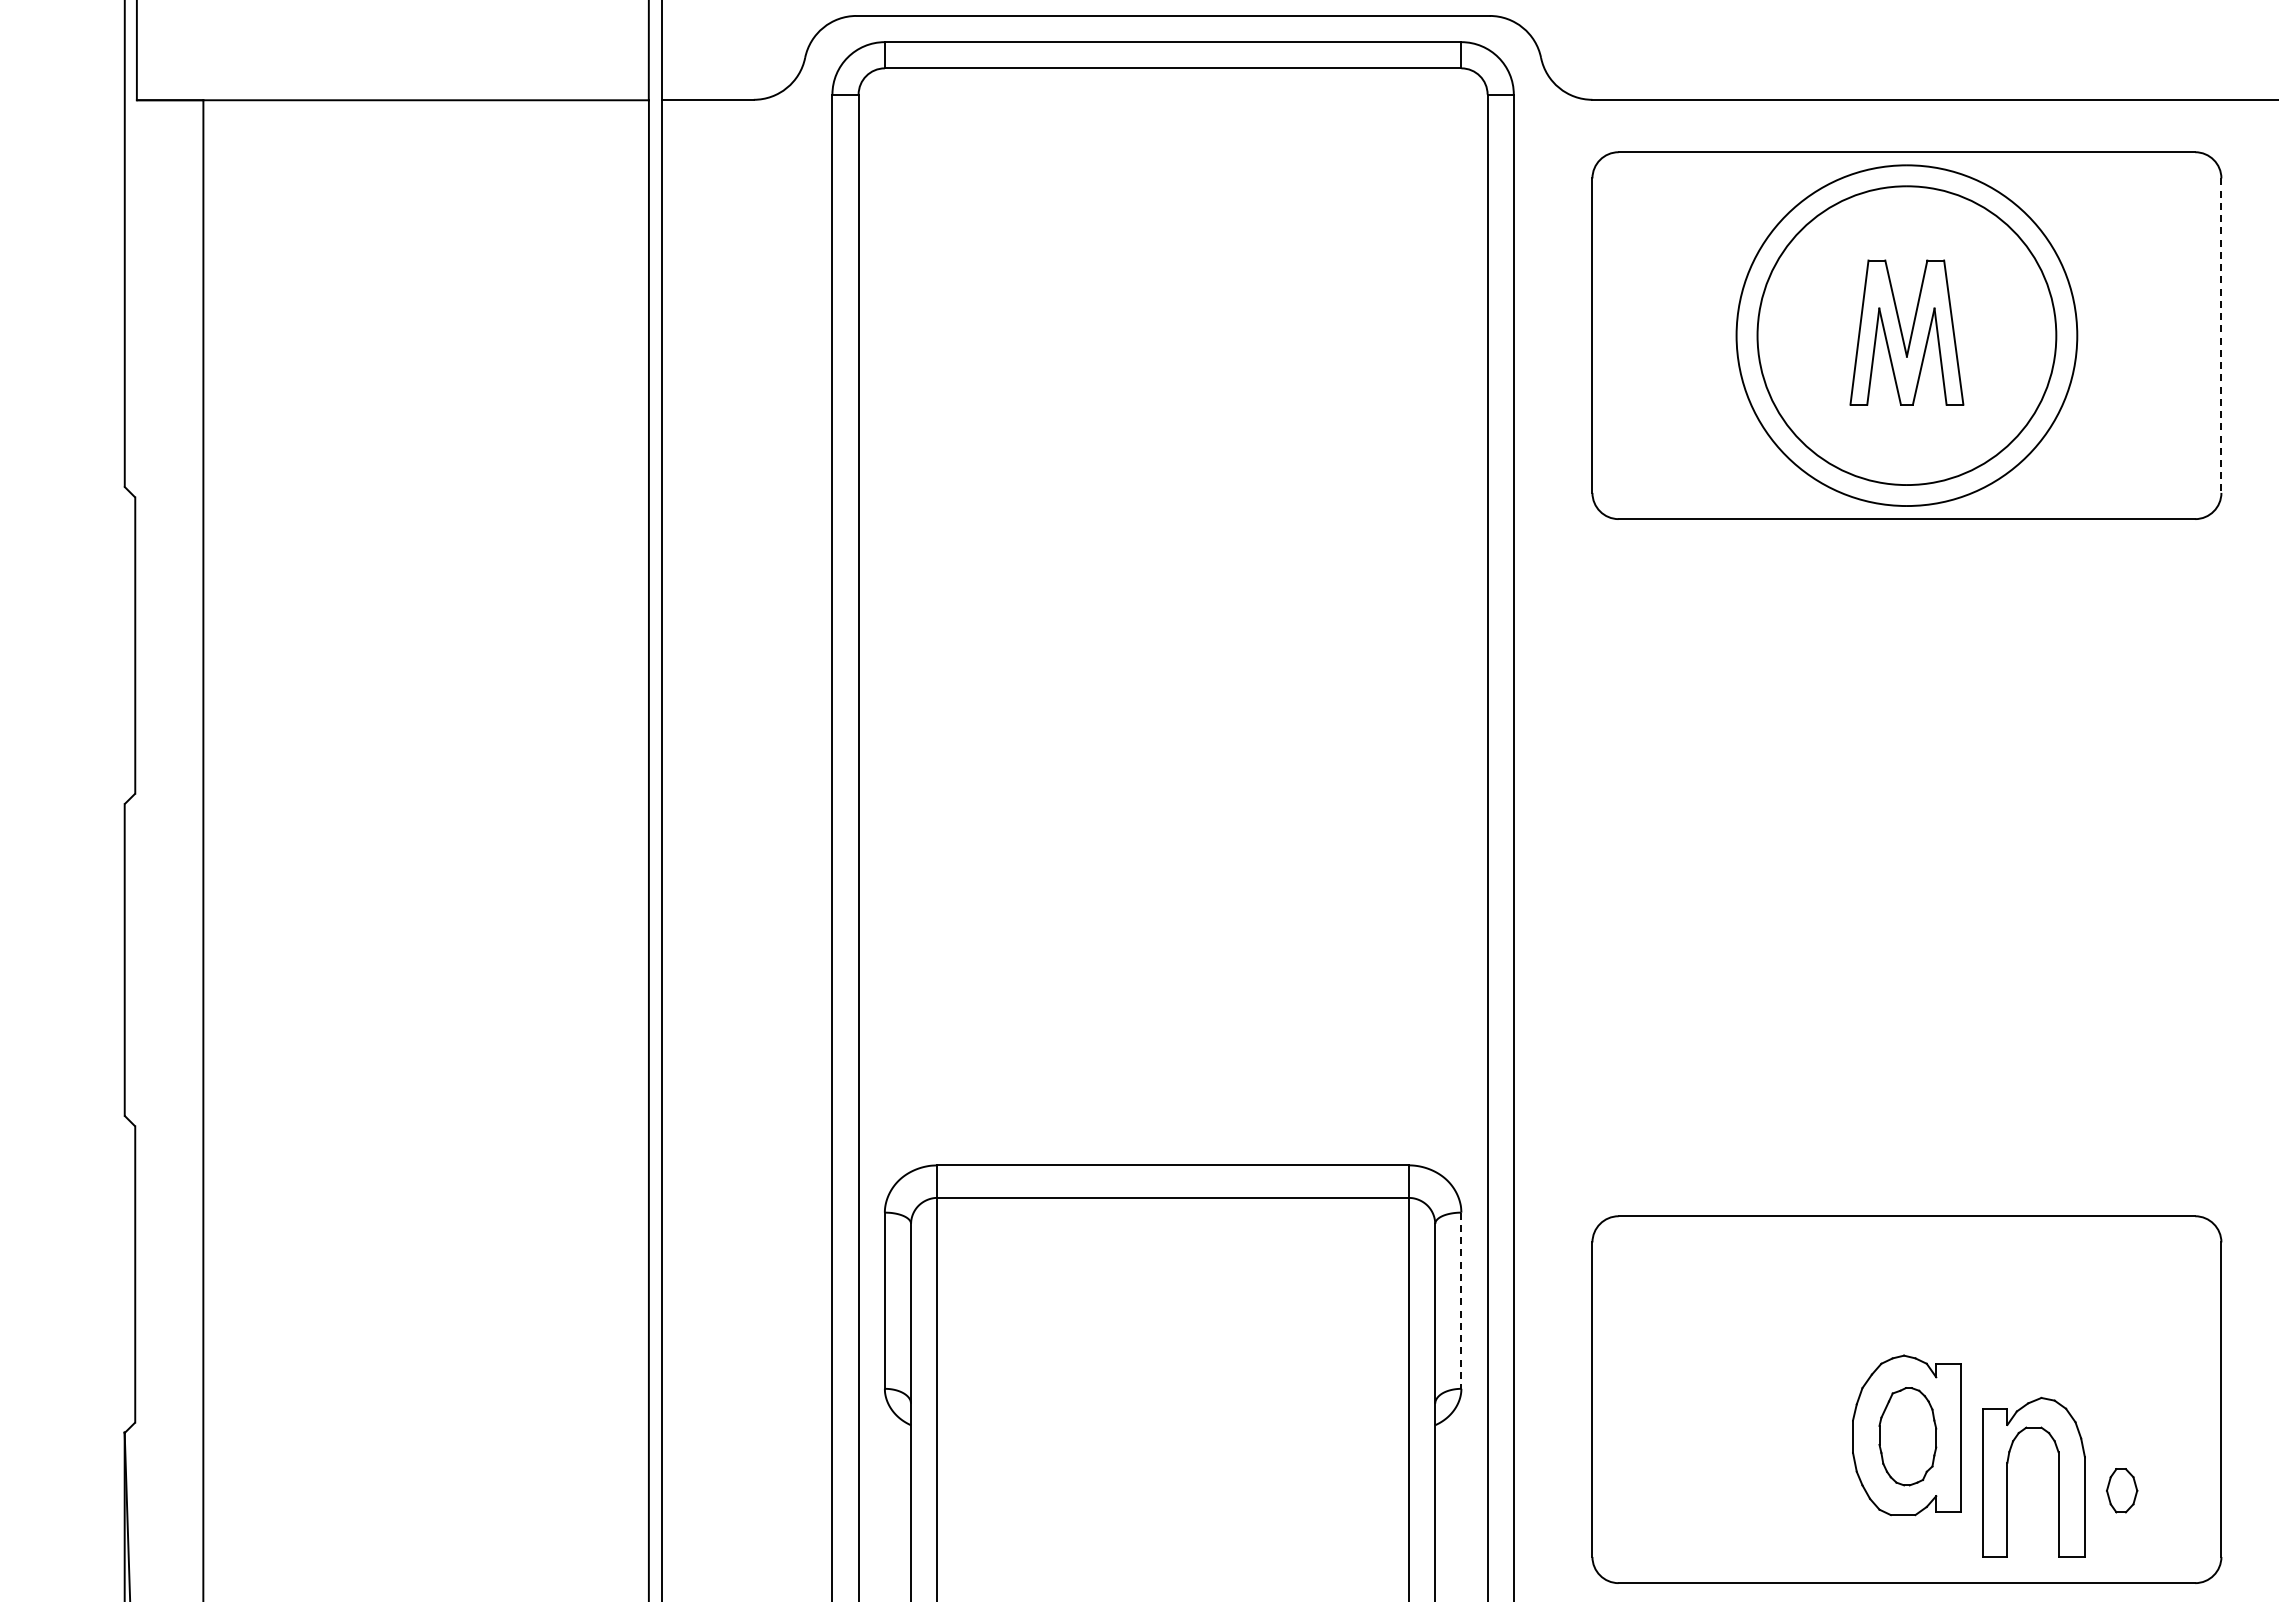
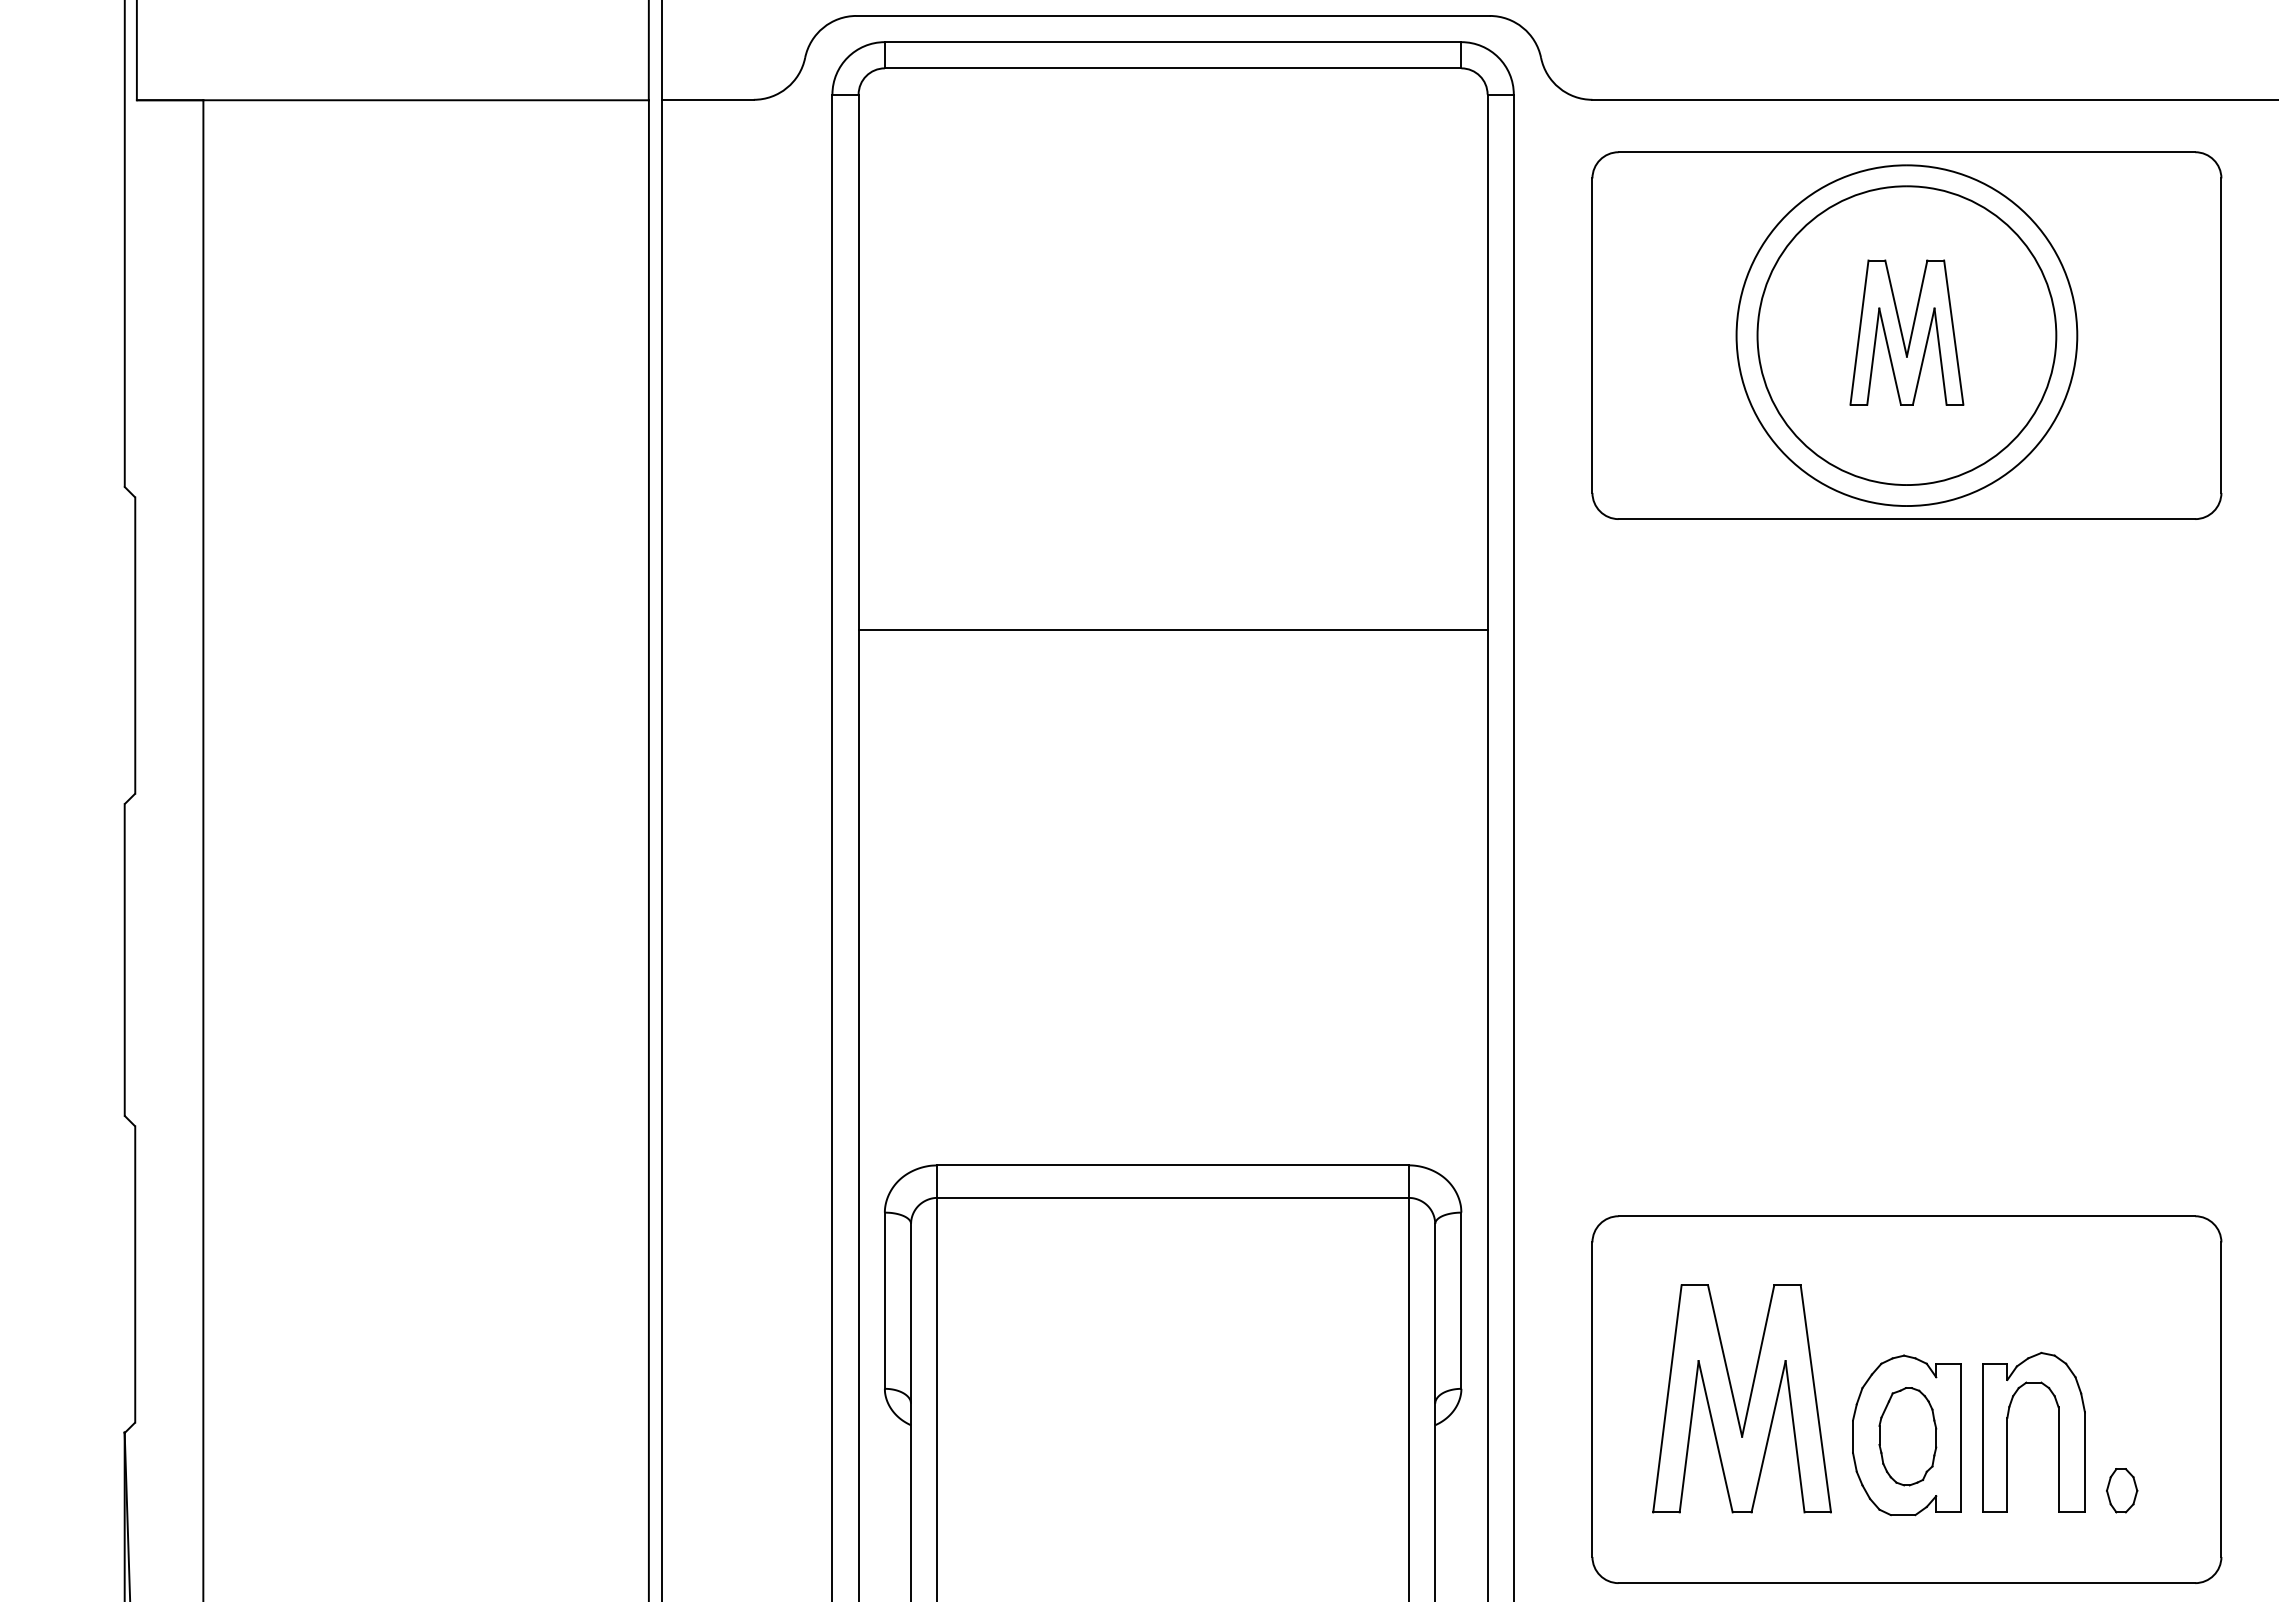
line at (2221, 336): dashed -> solid
line at (1172, 630): none -> present
line at (1461, 1301): dashed -> solid
part at (1735, 1401): none -> present
part at (2058, 1476) position: (2058, 1476) -> (2058, 1431)
